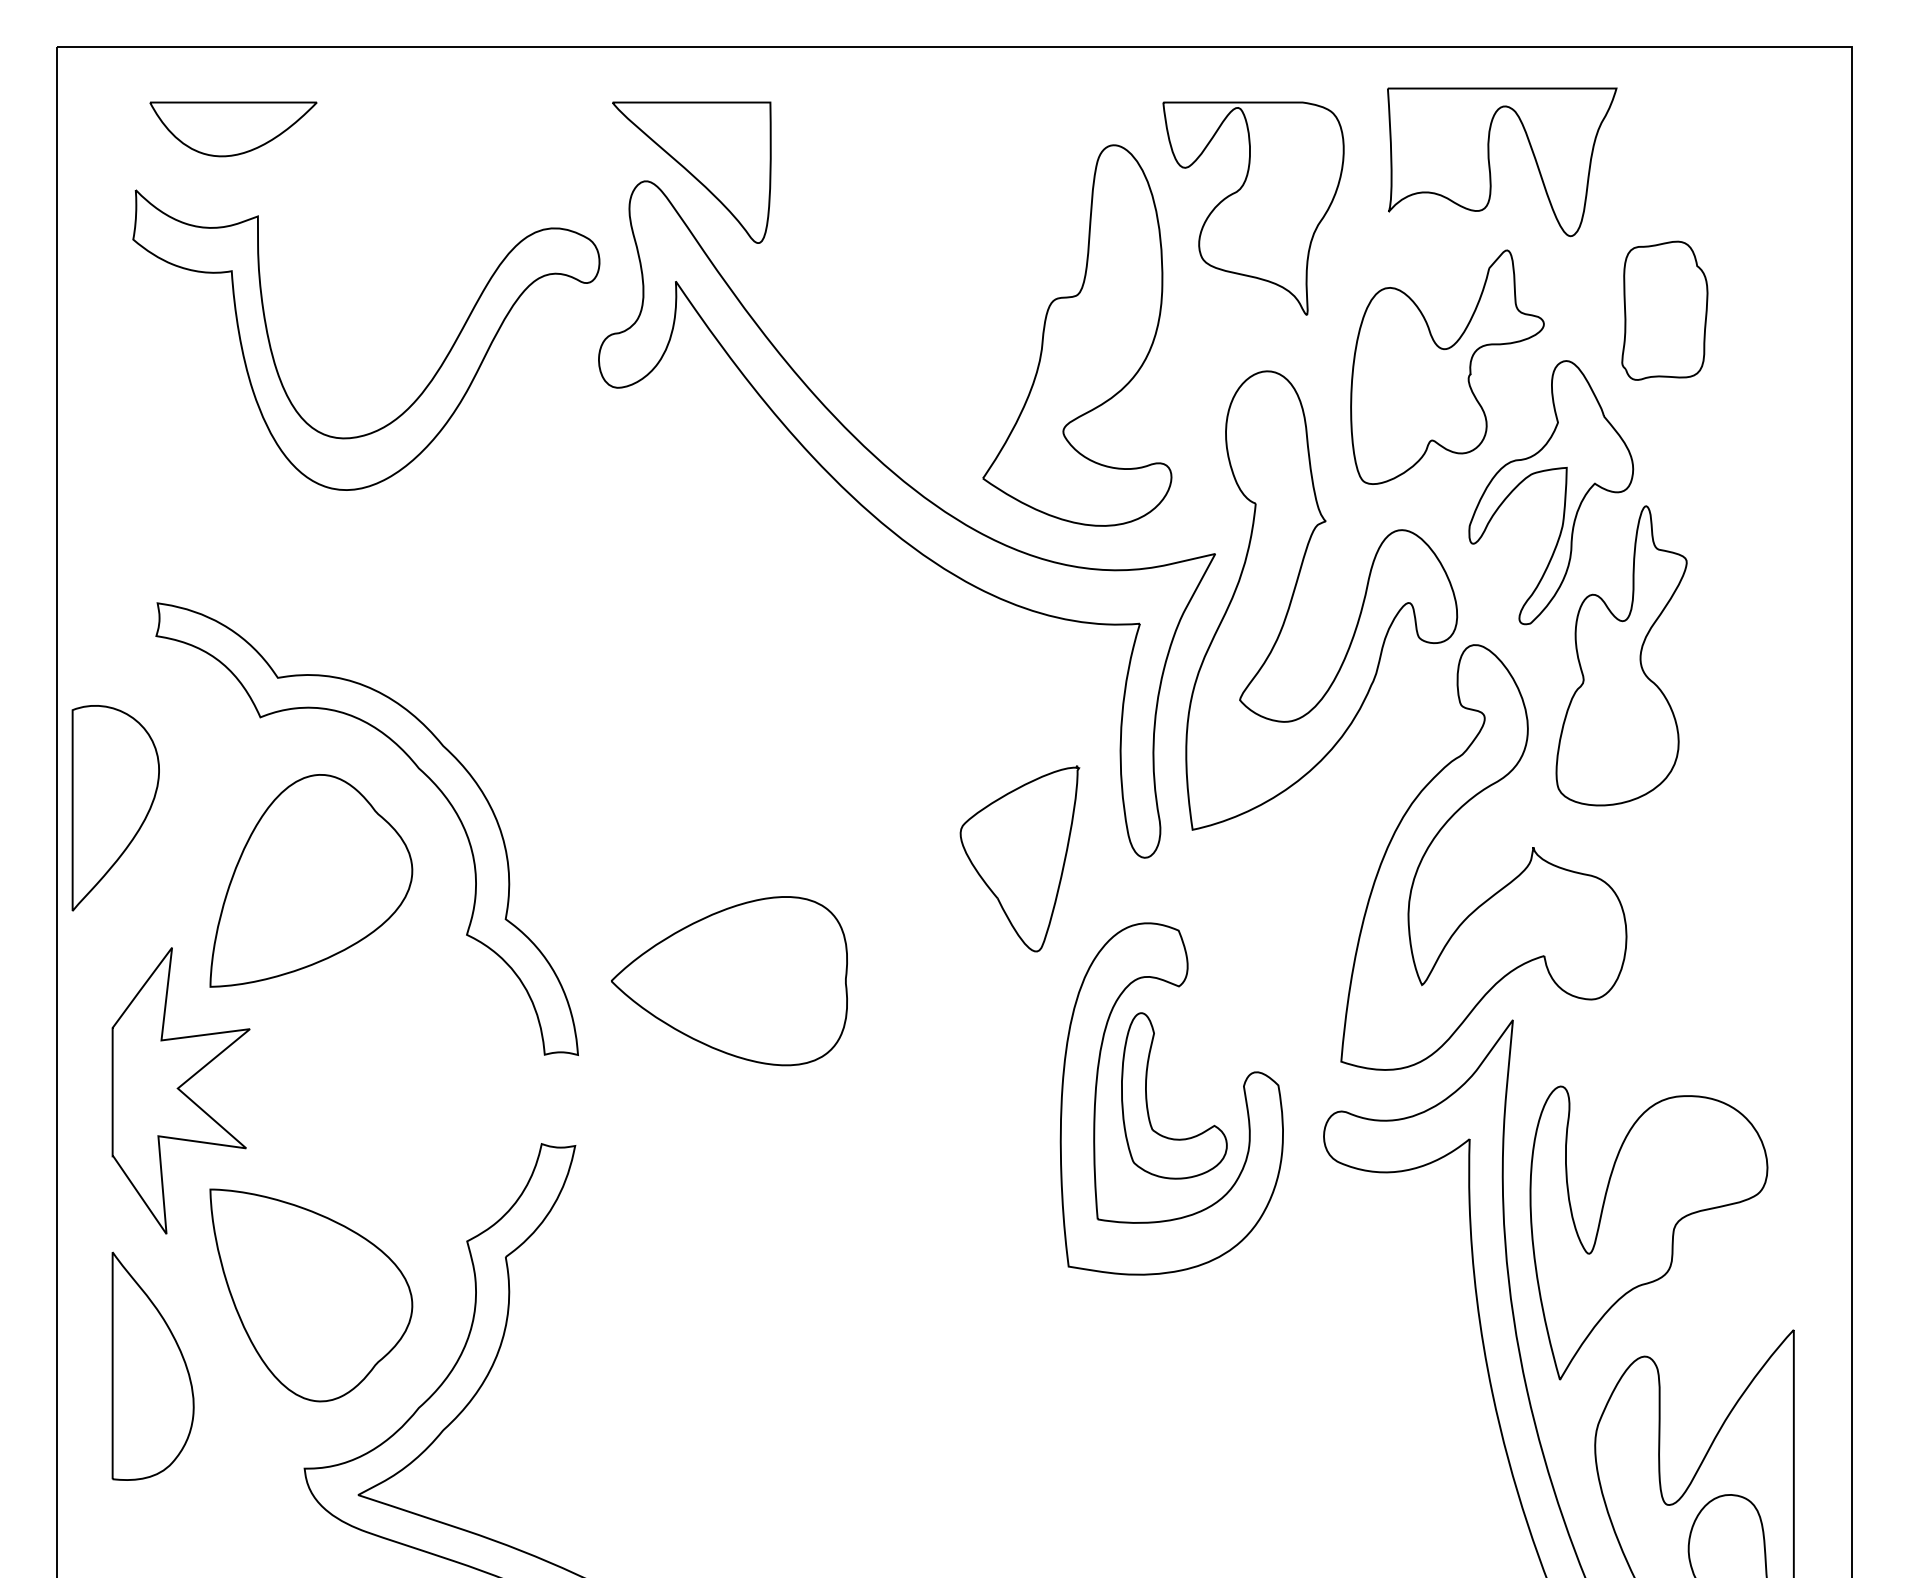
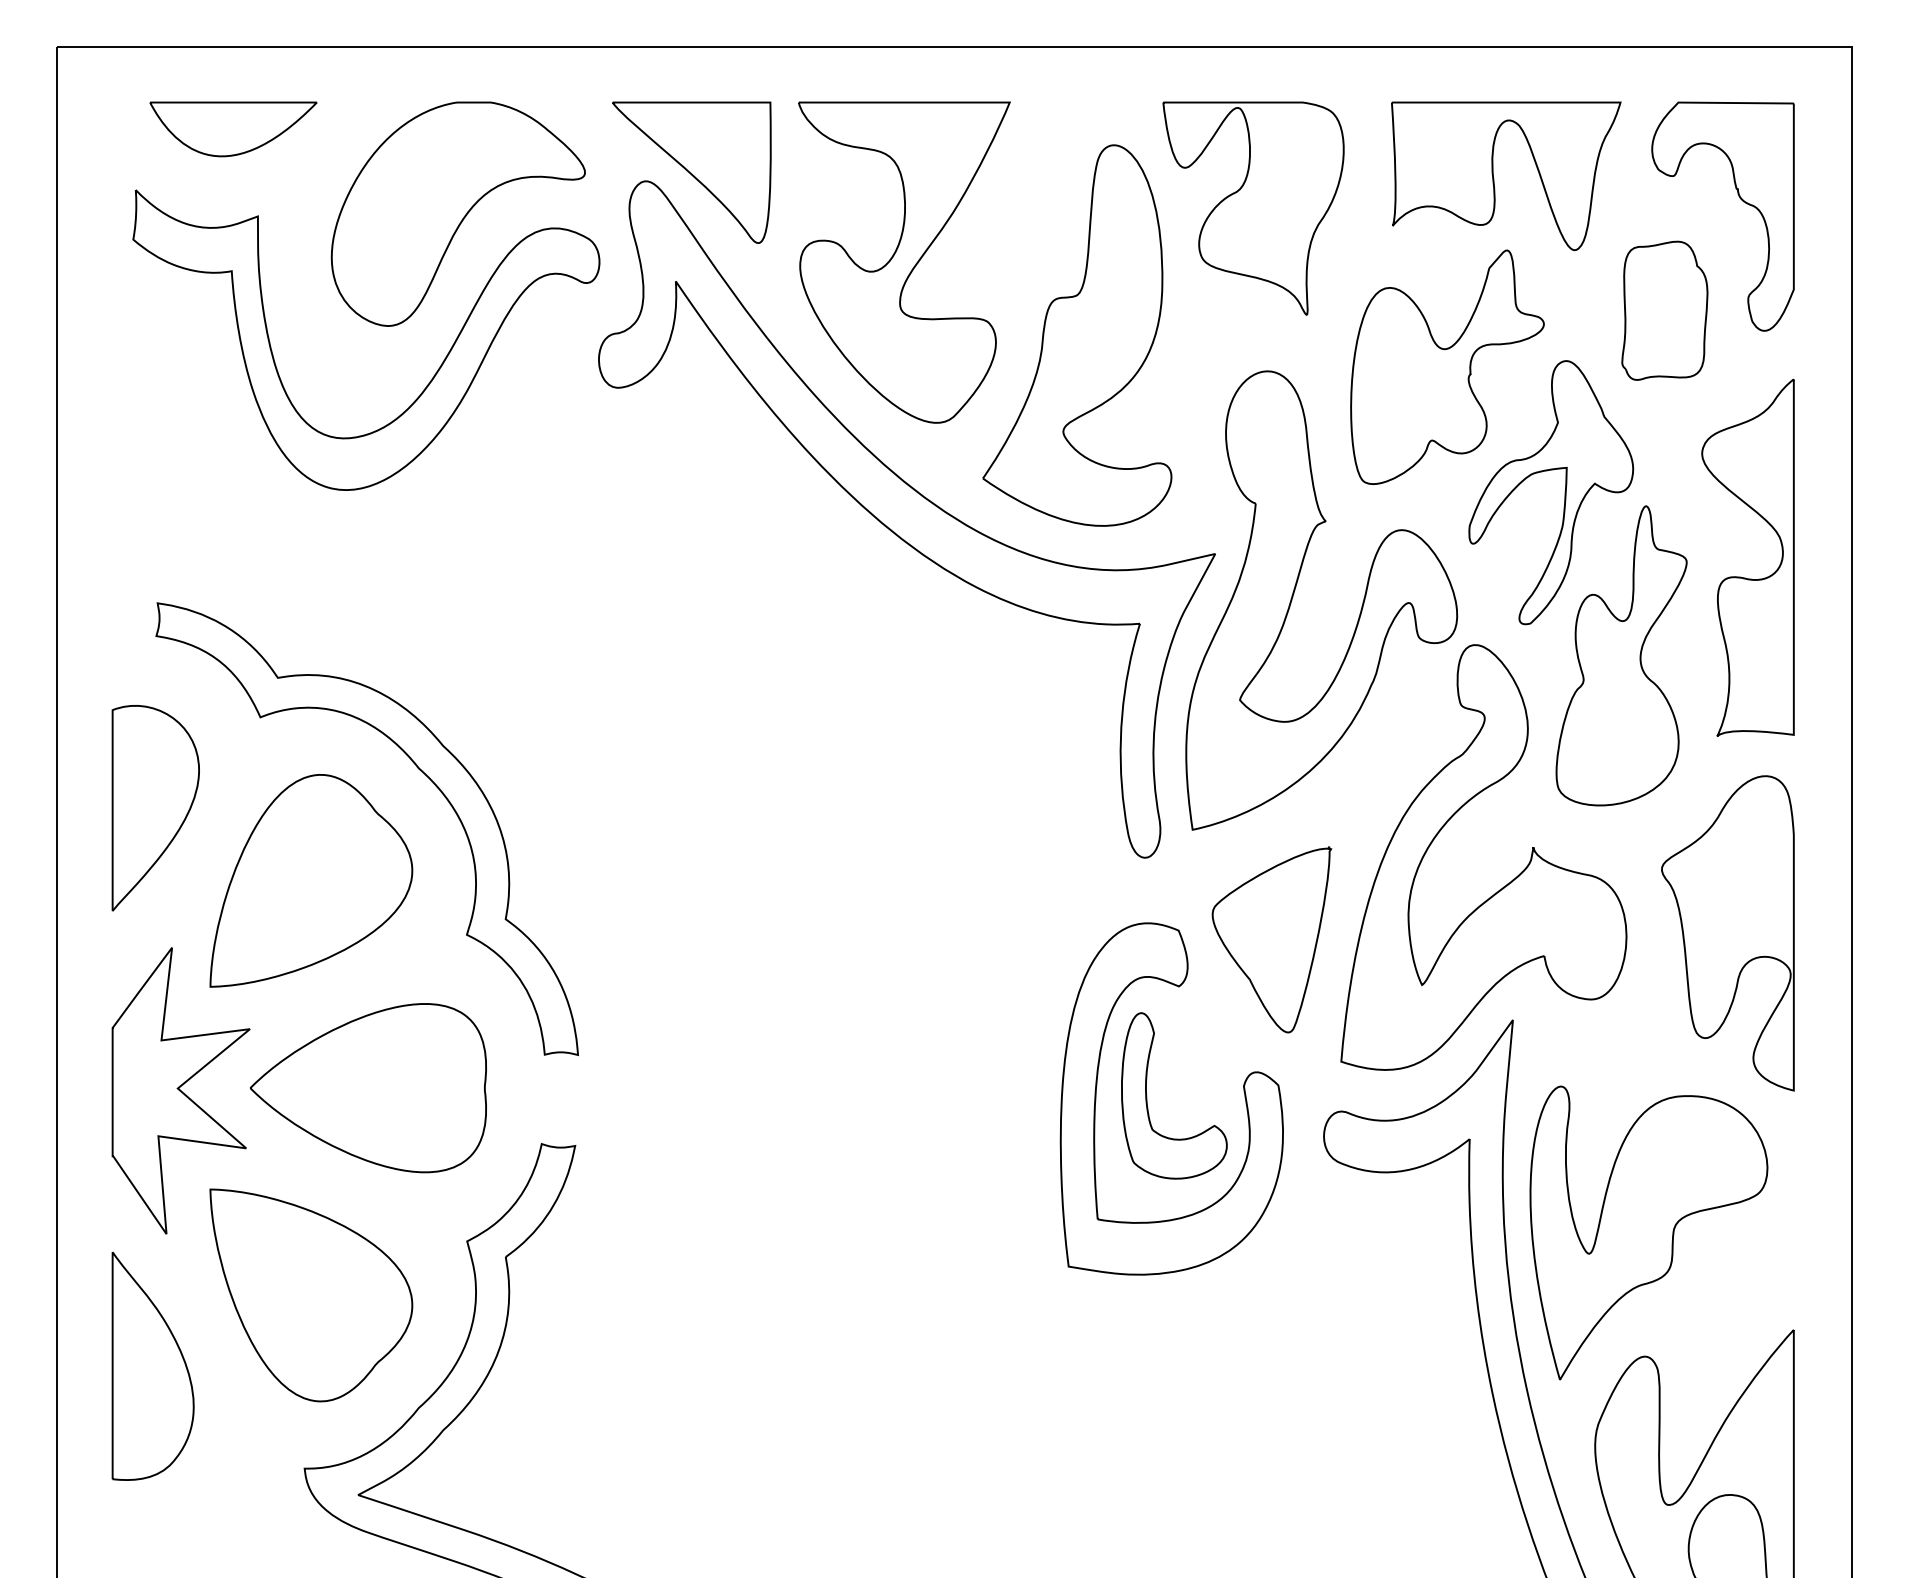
part at (1490, 164) position: (1490, 164) -> (1494, 178)
part at (1739, 198): none -> present
part at (457, 213): none -> present
part at (904, 262): none -> present
part at (1741, 576): none -> present
part at (115, 808) position: (115, 808) -> (155, 808)
part at (1019, 858) position: (1019, 858) -> (1271, 939)
part at (1727, 933): none -> present
part at (729, 981) position: (729, 981) -> (368, 1088)
